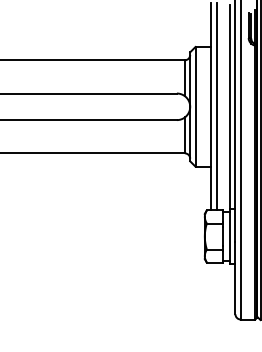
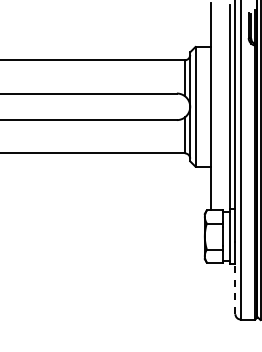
line at (216, 106): present -> none
line at (235, 288): solid -> dashed
